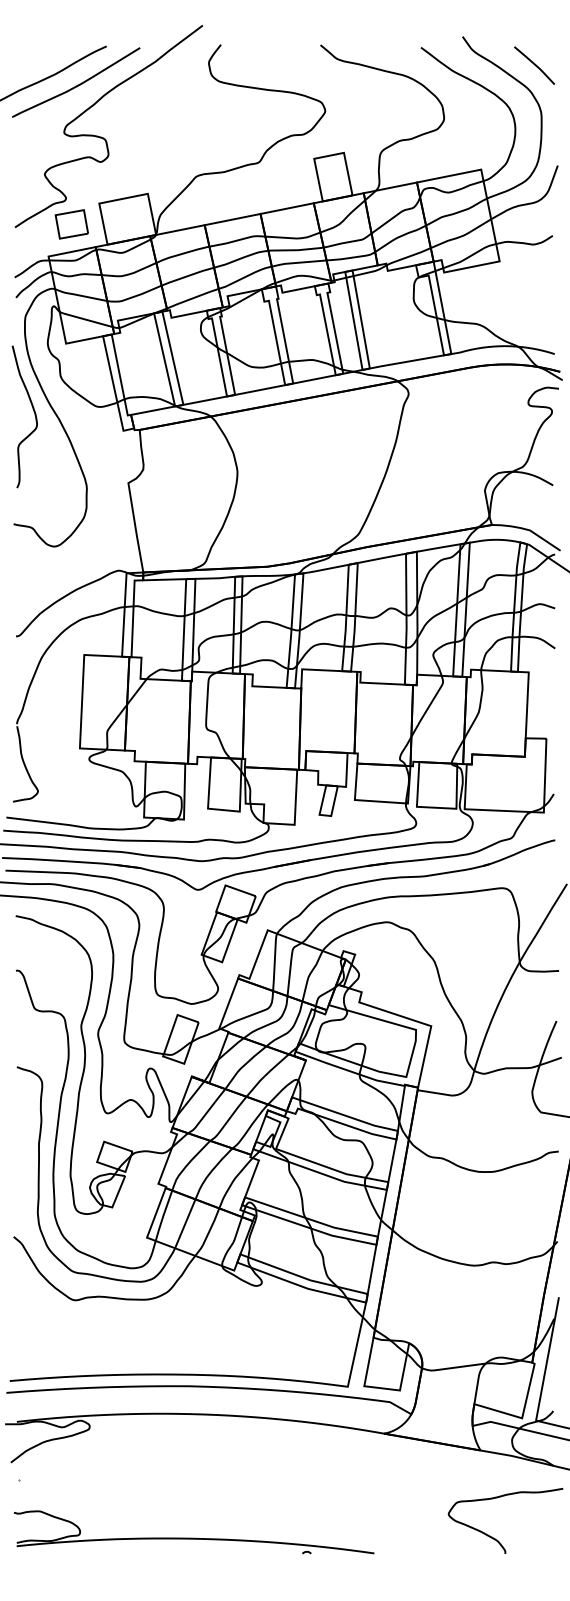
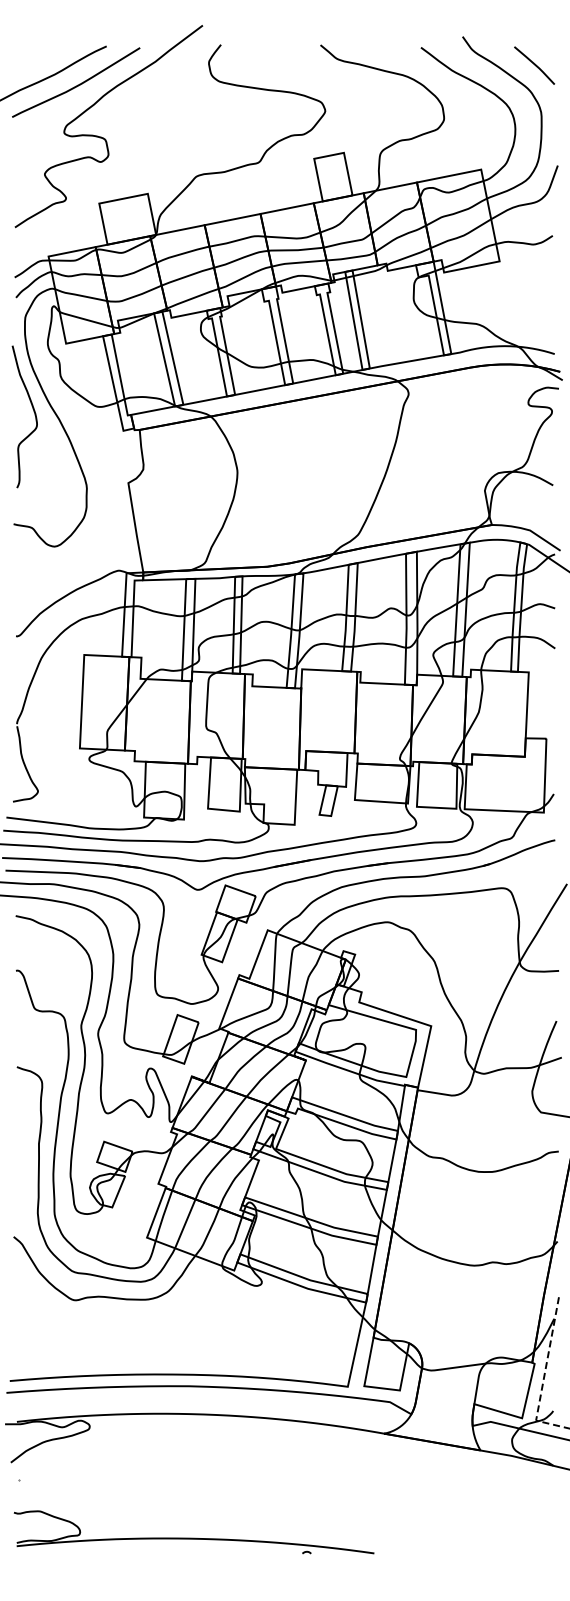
part at (71, 224): present -> none
line at (544, 1376): solid -> dashed
curve at (495, 1538): present -> none
